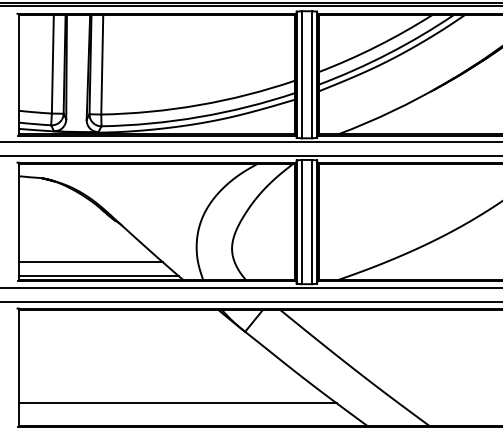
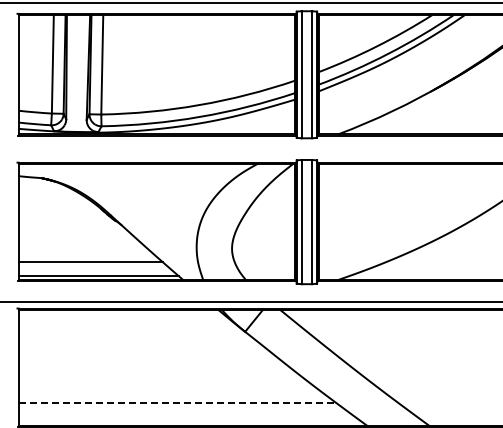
line at (250, 6): present -> none
line at (250, 142): present -> none
line at (250, 156): present -> none
line at (250, 288): present -> none
line at (177, 403): solid -> dashed
